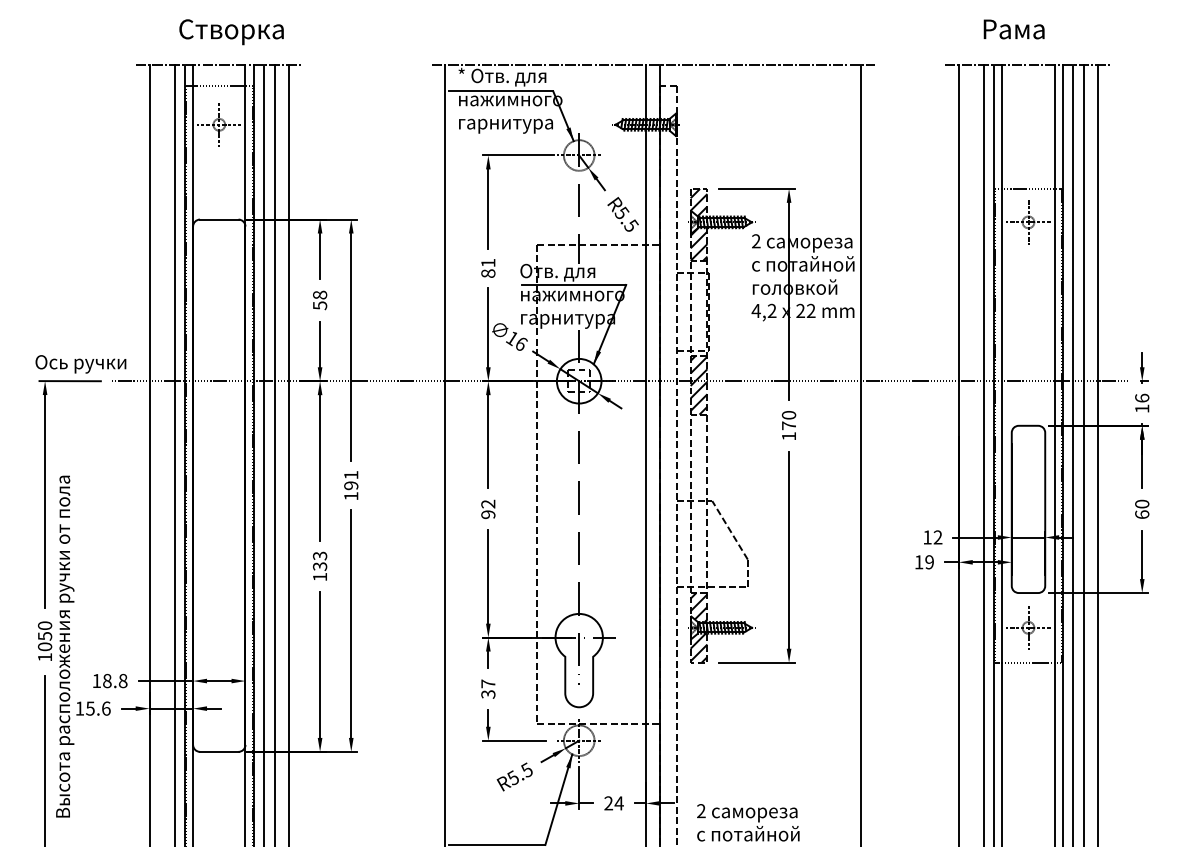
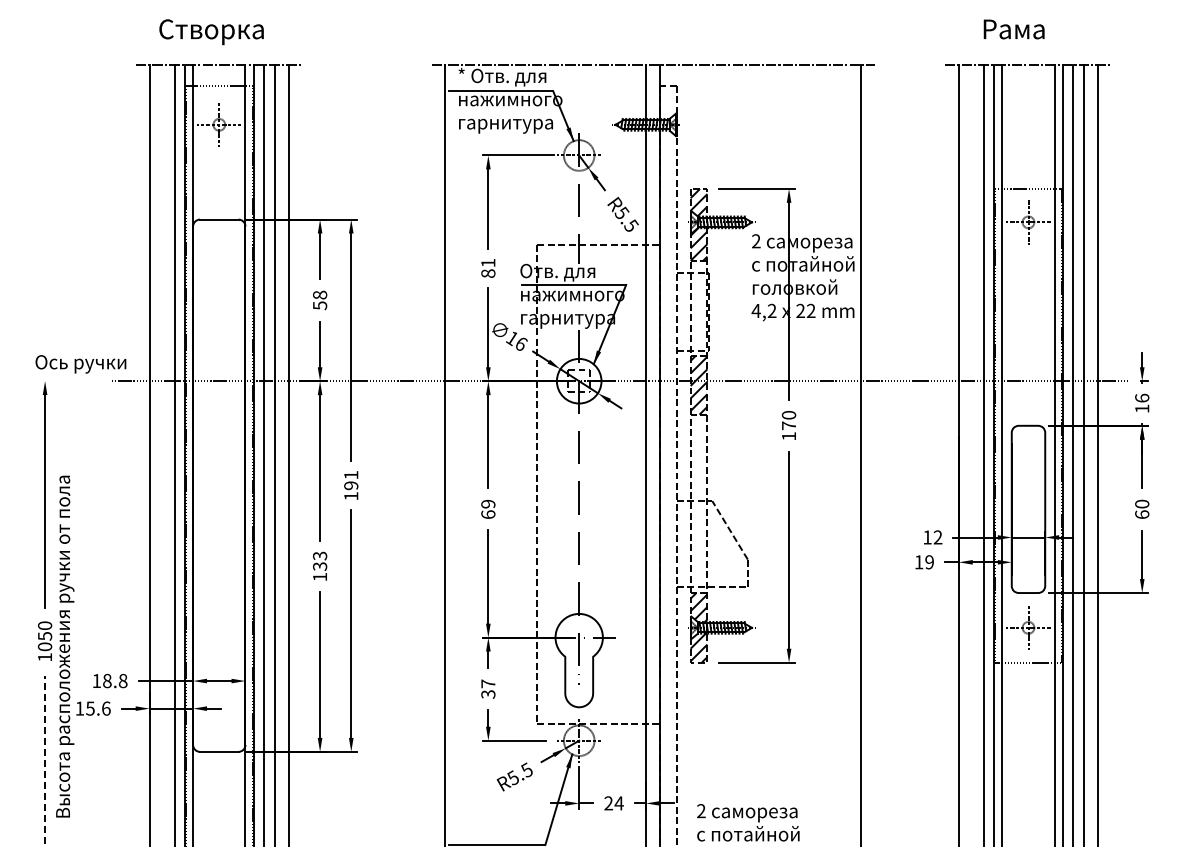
text at (231, 32) position: (231, 32) -> (211, 32)
line at (69, 381): present -> none
text at (488, 509): 92 -> 69
line at (45, 760): solid -> dashed
